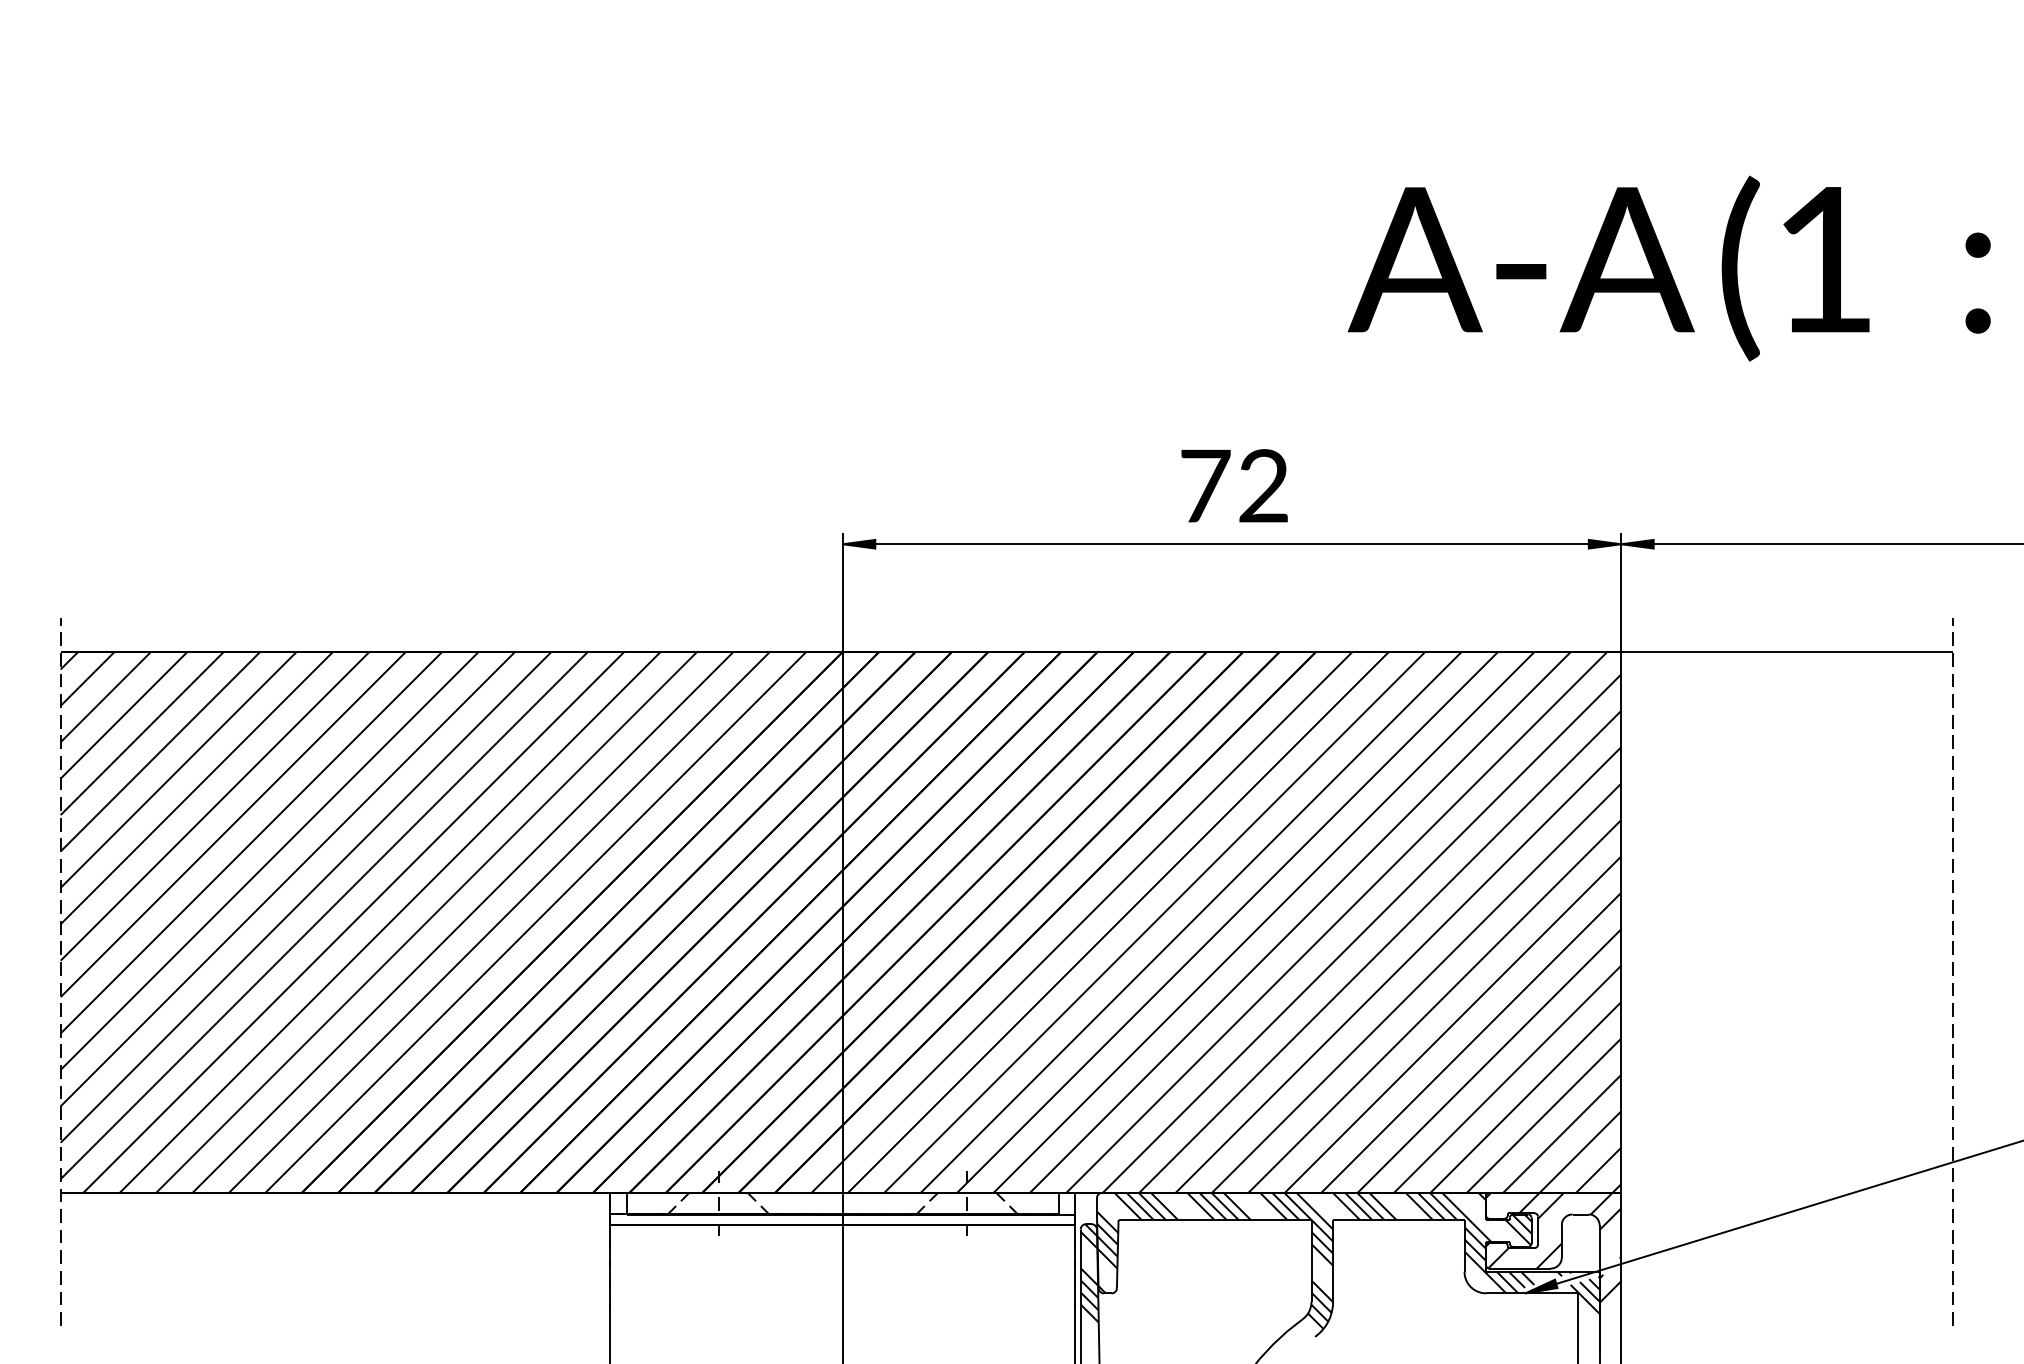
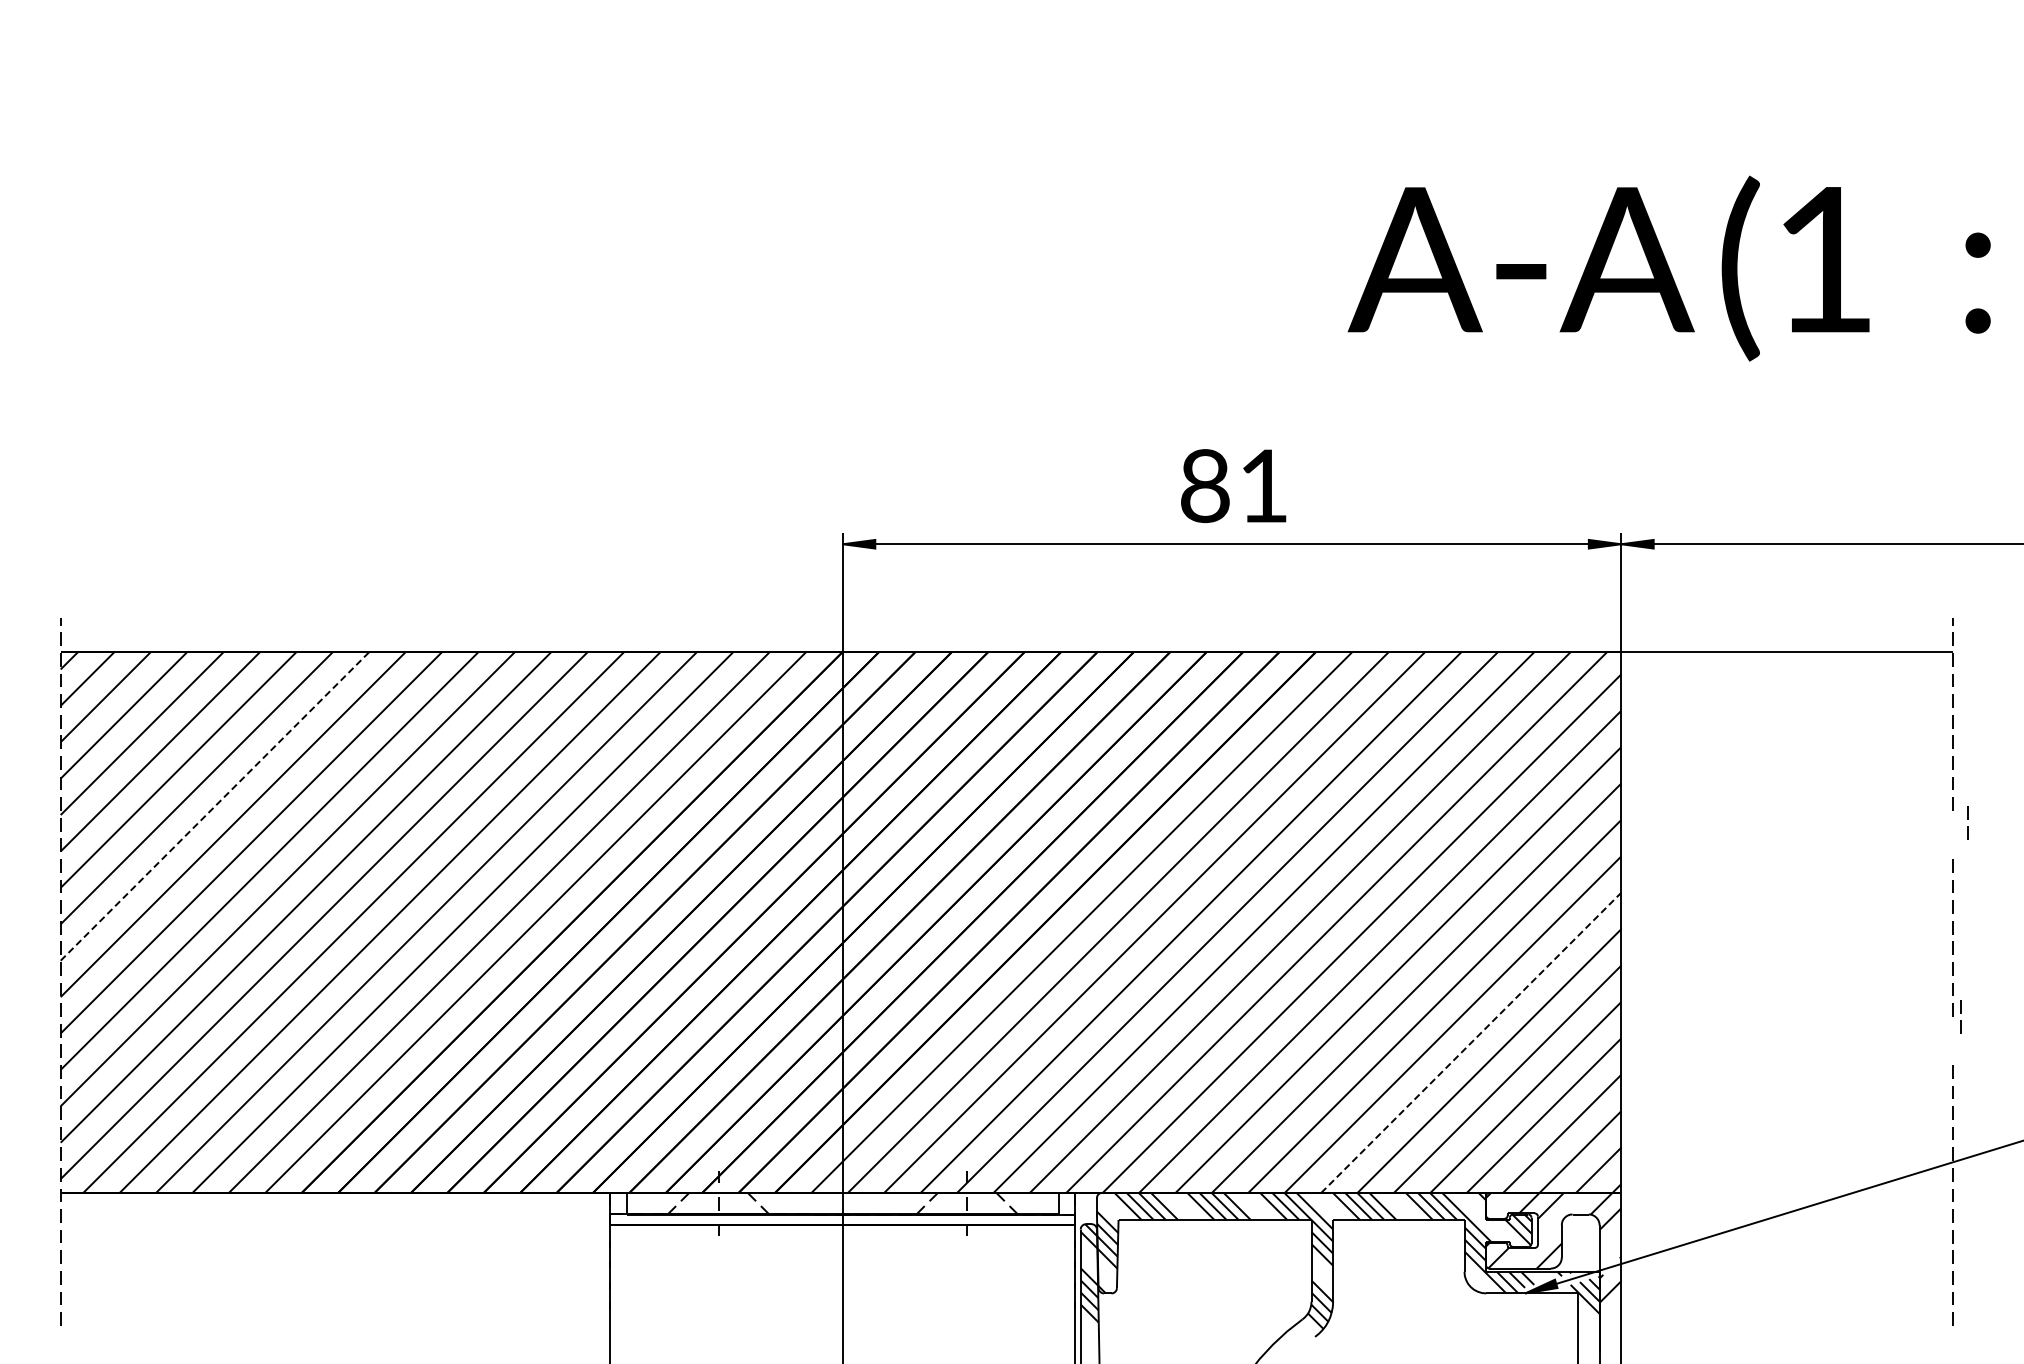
text at (1234, 486): 72 -> 81
line at (215, 806): solid -> dashed
line at (1952, 831) position: (1952, 831) -> (1967, 819)
line at (1952, 1037) position: (1952, 1037) -> (1960, 1013)
line at (1471, 1042): solid -> dashed
